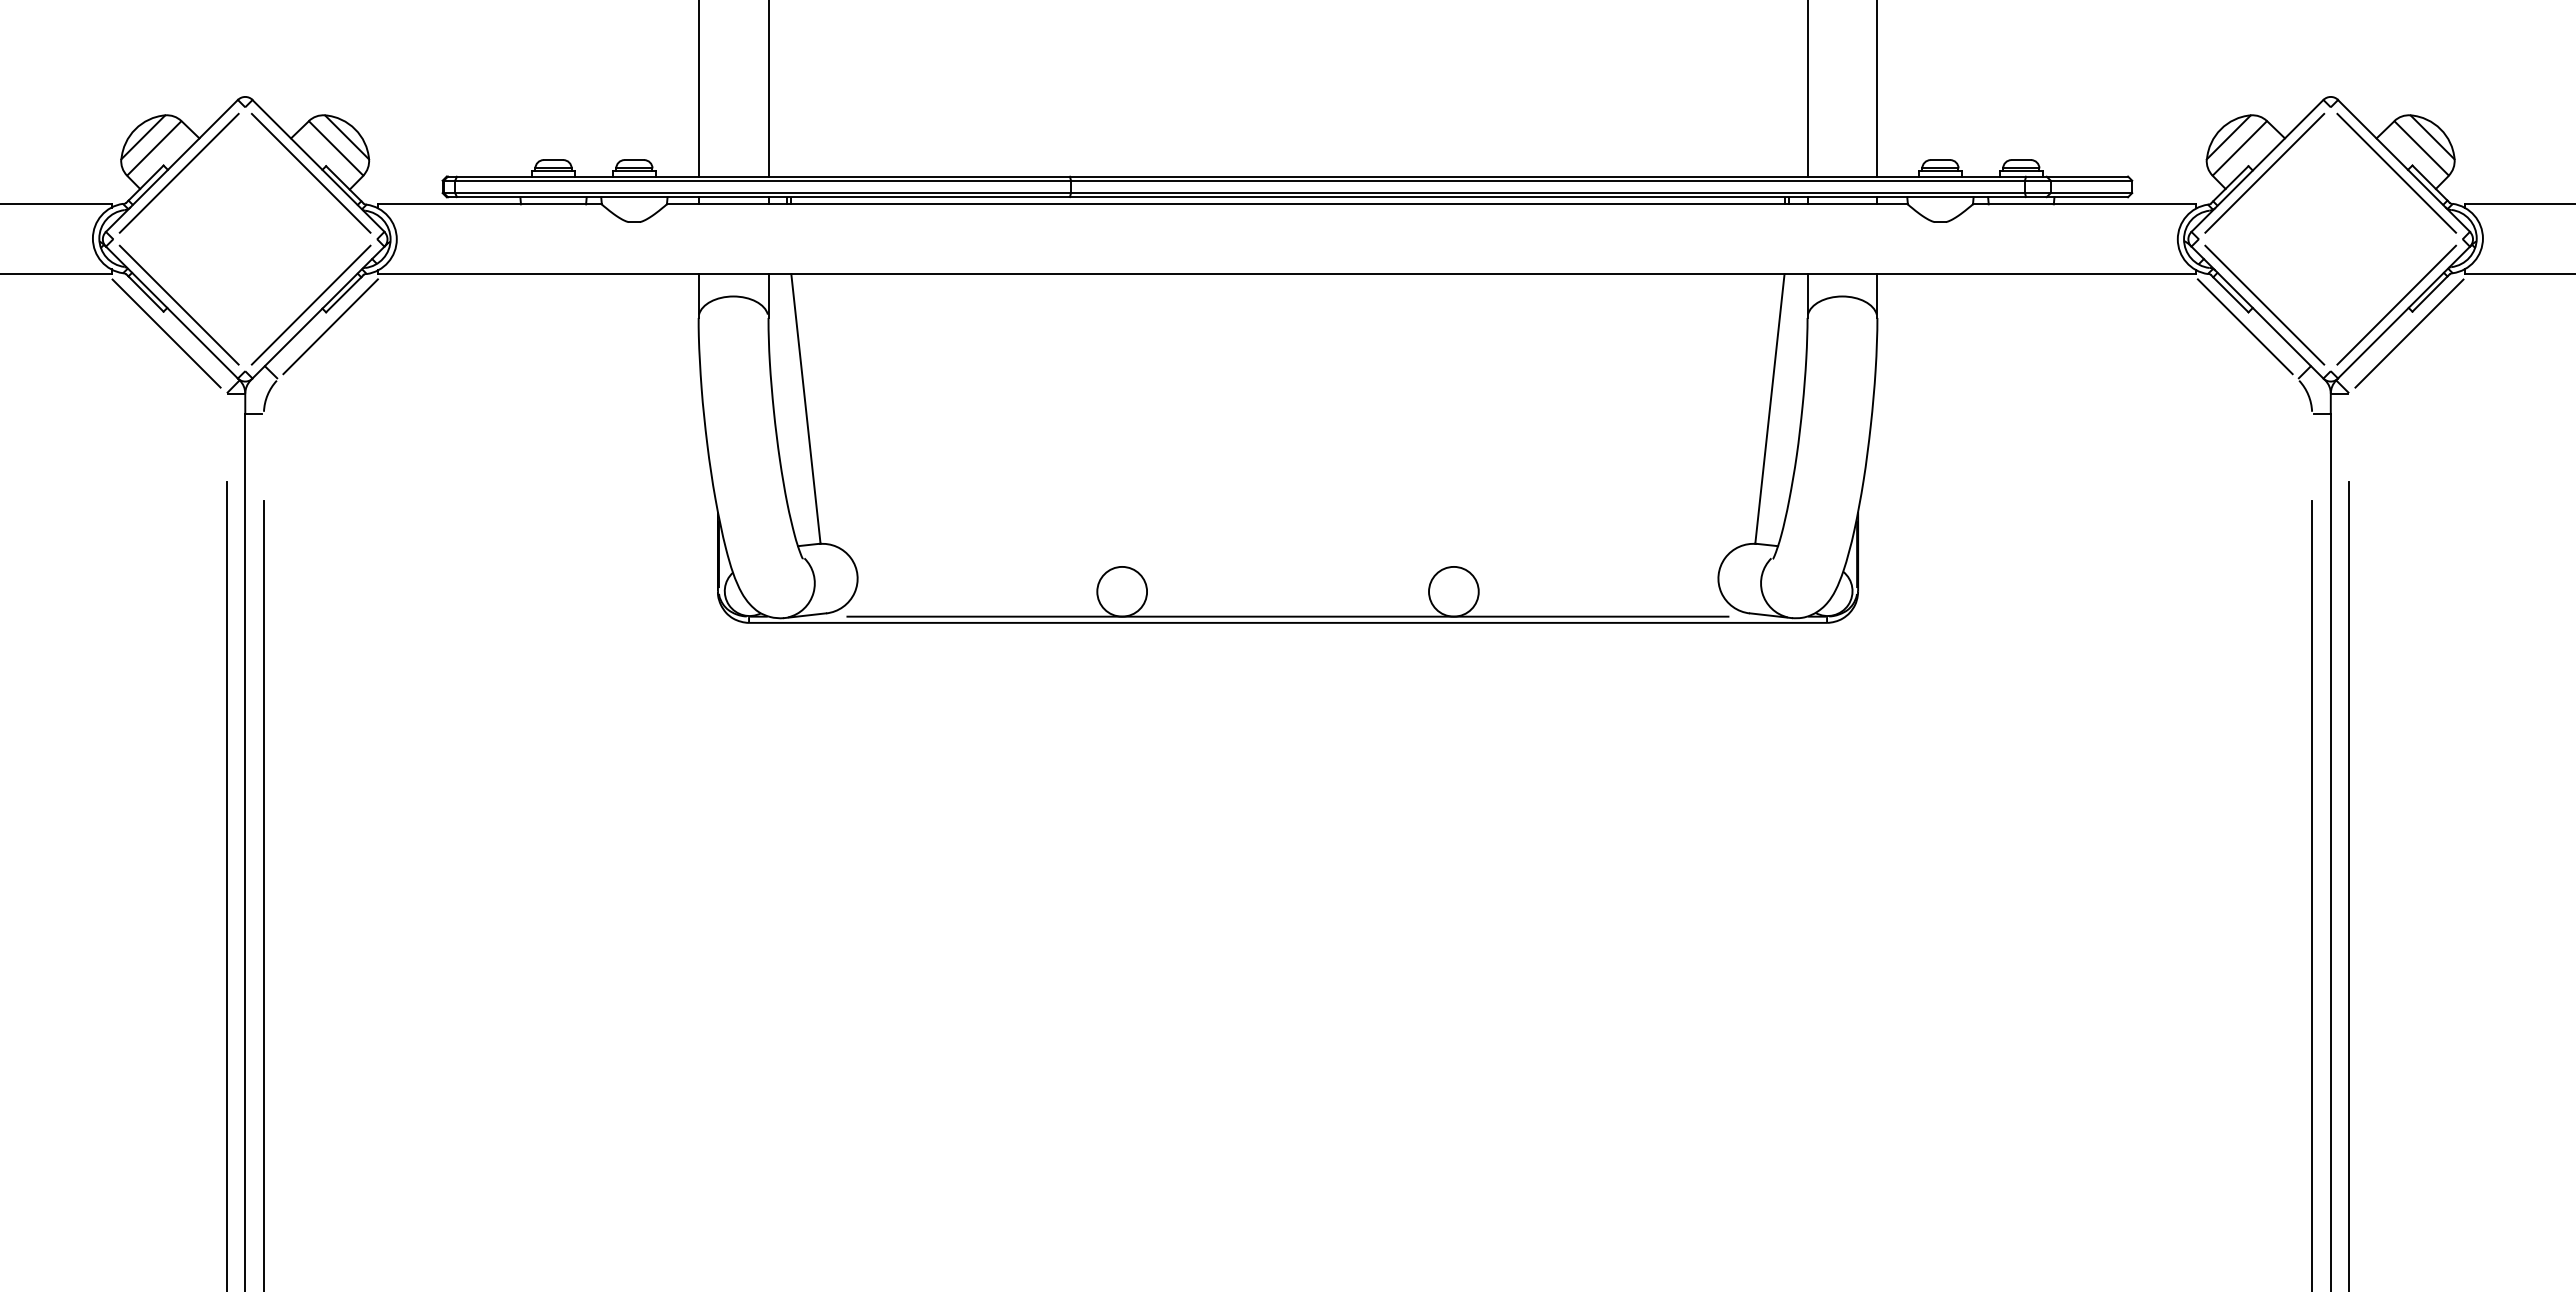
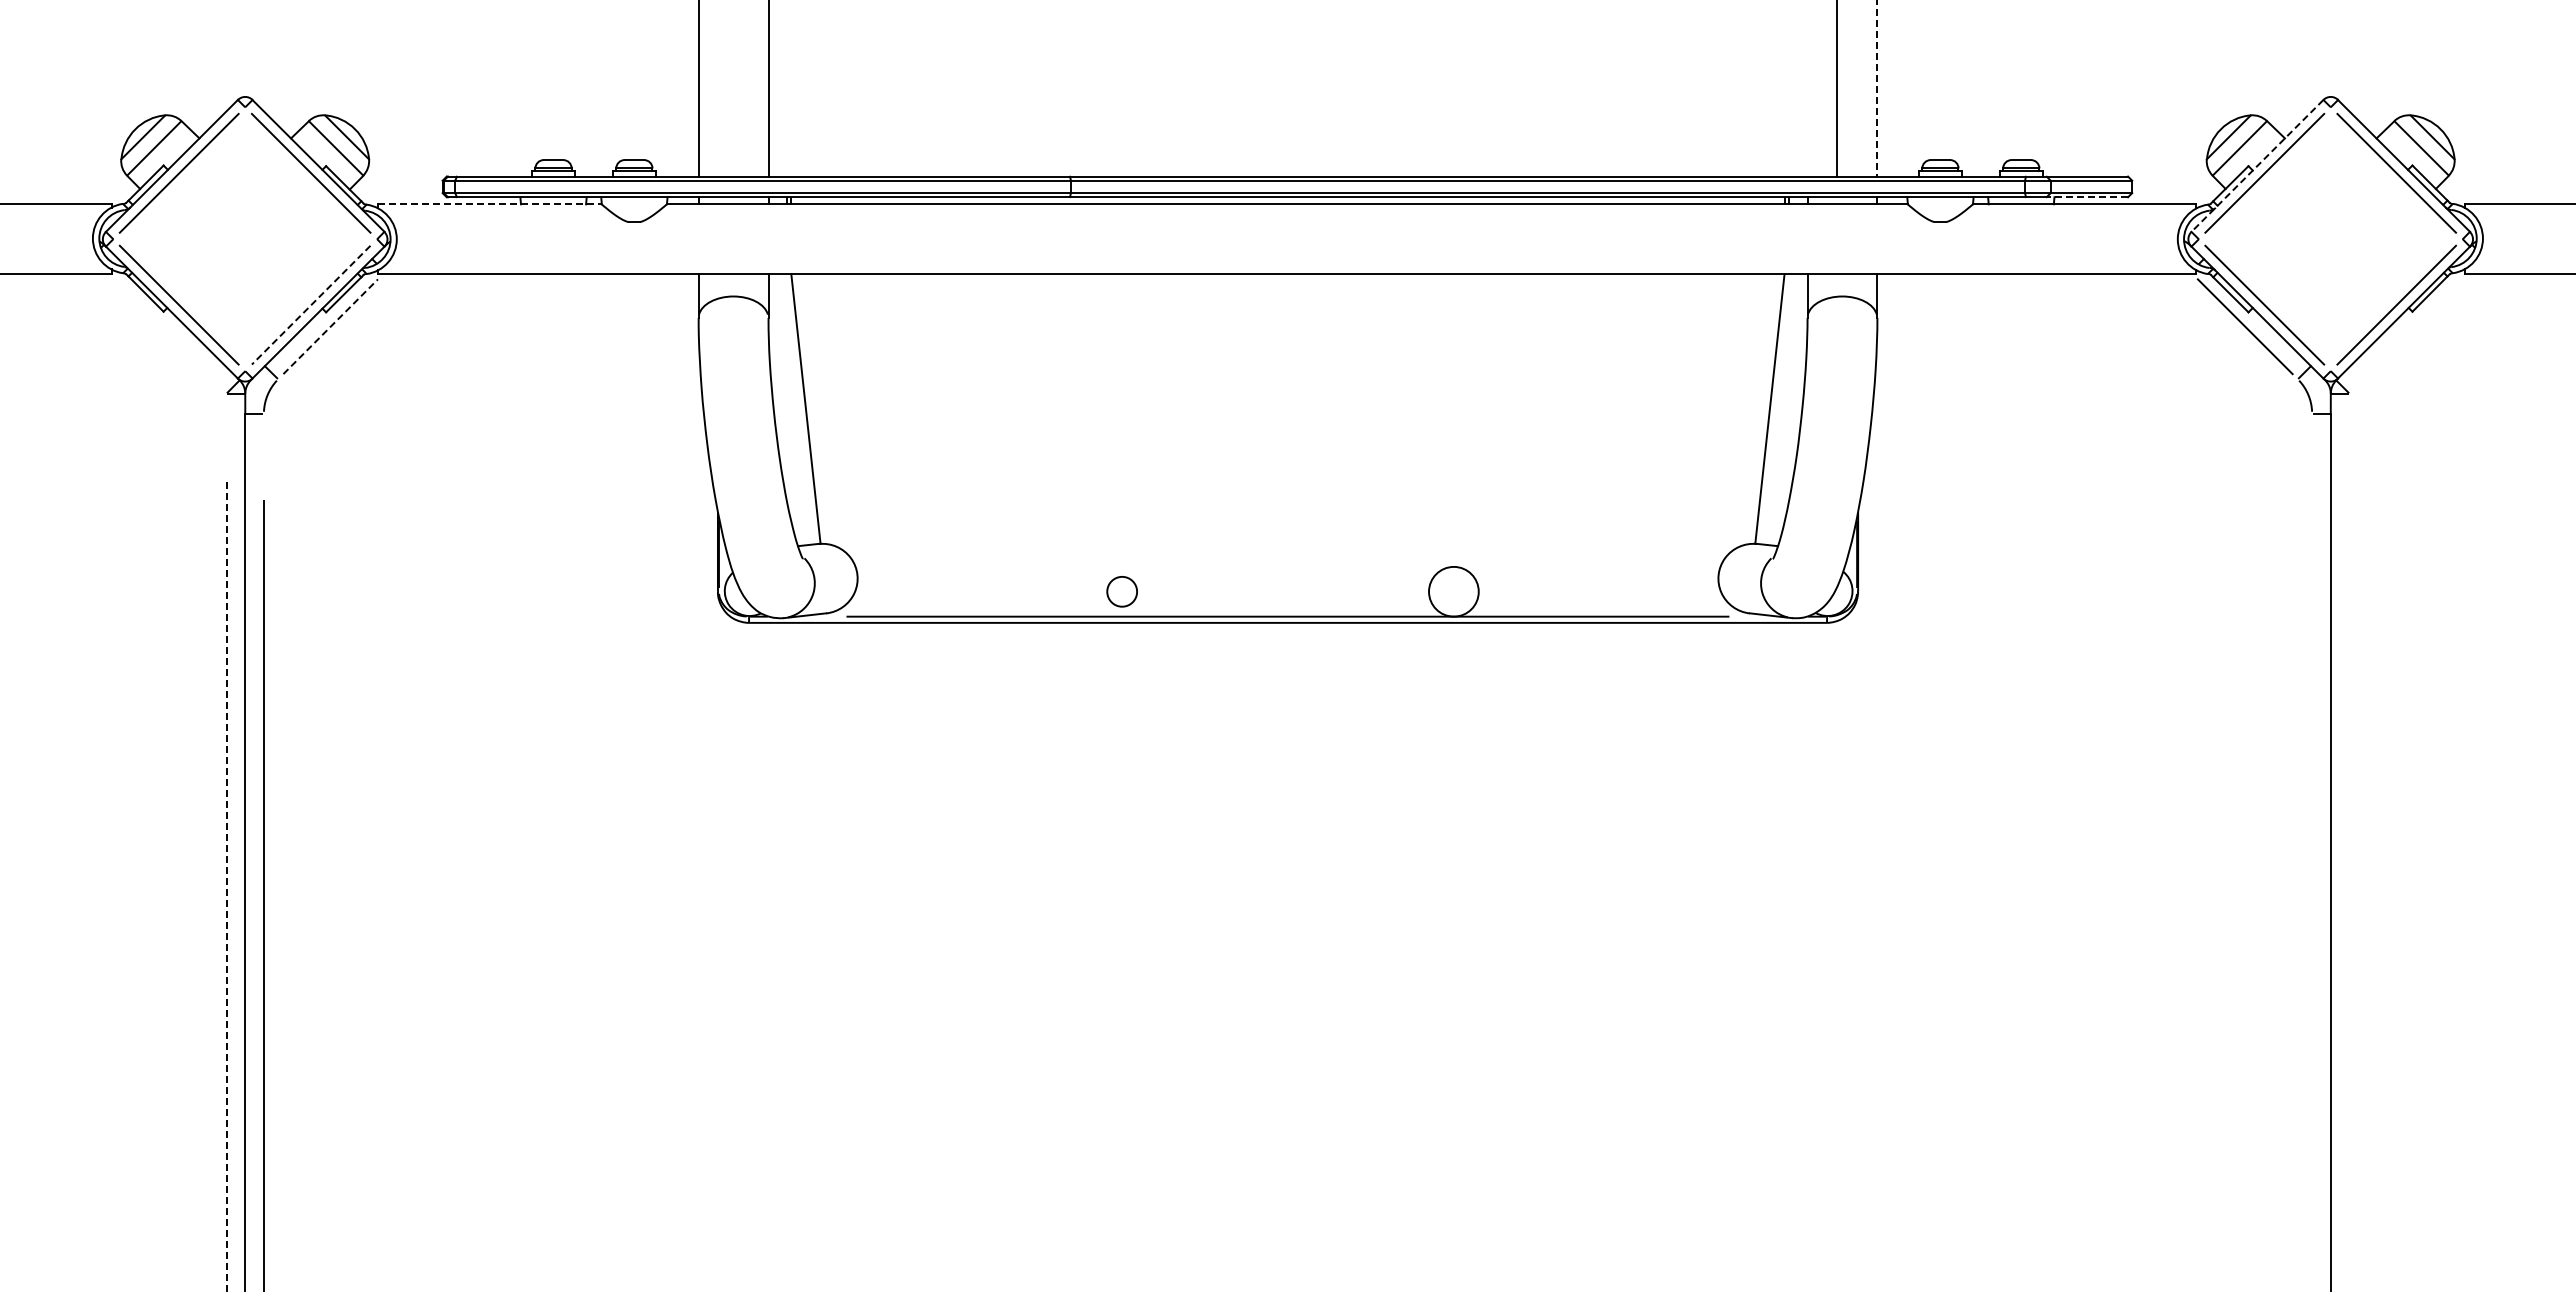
line at (1877, 88): solid -> dashed
line at (1807, 89) position: (1807, 89) -> (1836, 89)
line at (2257, 166): solid -> dashed
line at (2087, 197): solid -> dashed
line at (490, 204): solid -> dashed
line at (311, 305): solid -> dashed
line at (330, 326): solid -> dashed
line at (166, 333): present -> none
line at (2409, 333): present -> none
circle at (1122, 591) diameter: 50 px -> 30 px
line at (2349, 885): present -> none
line at (226, 887): solid -> dashed
line at (2312, 894): present -> none
